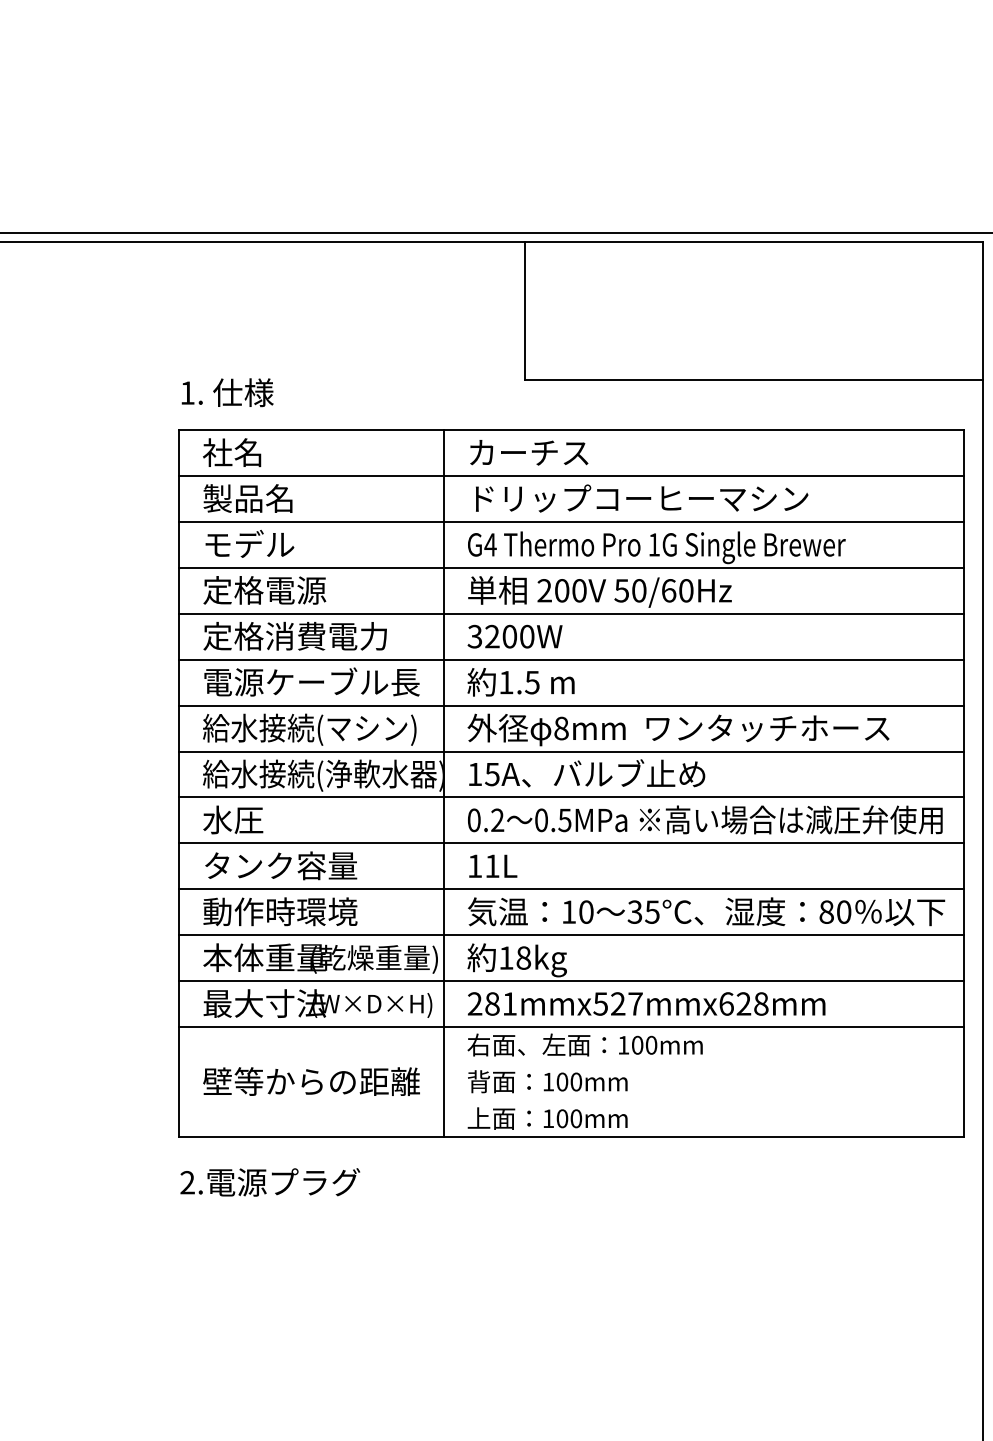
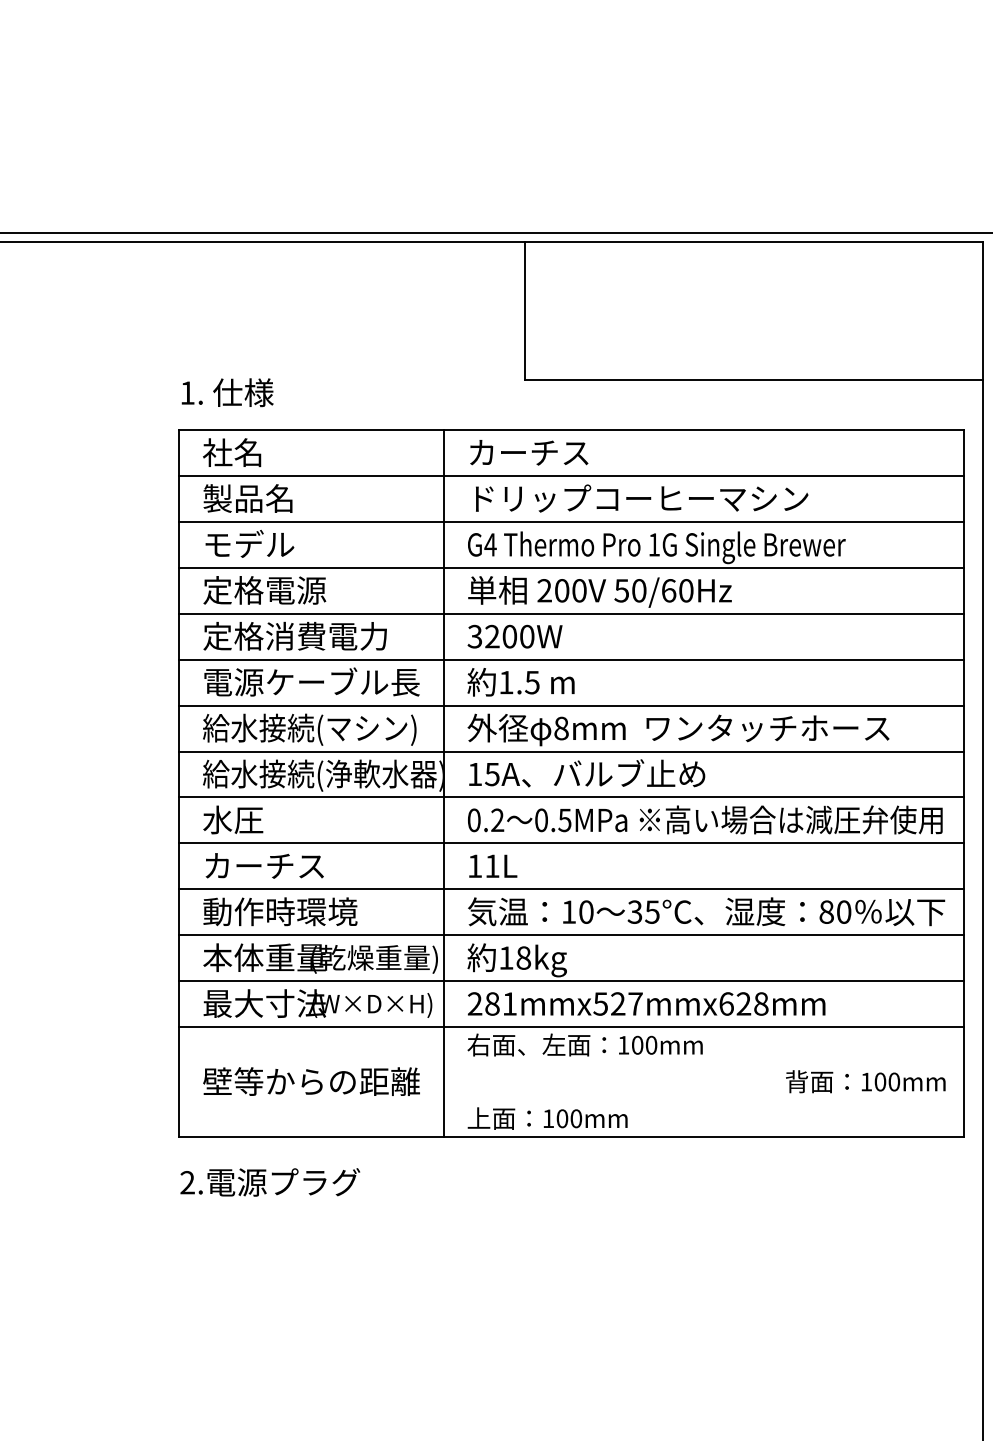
text at (281, 865): タンク容量 -> カーチス
text at (547, 1081) position: (547, 1081) -> (865, 1081)
